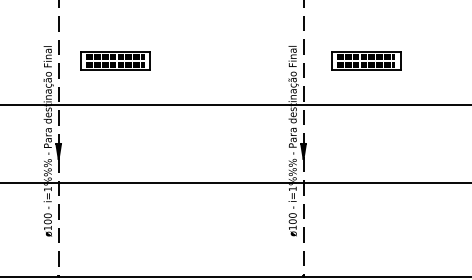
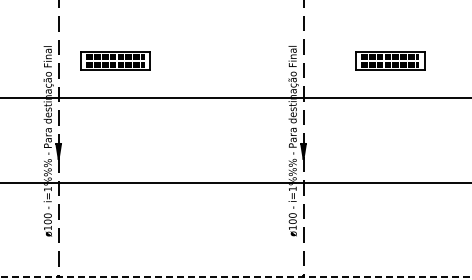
part at (366, 60) position: (366, 60) -> (390, 60)
line at (235, 104) position: (235, 104) -> (235, 97)
line at (235, 277): solid -> dashed
